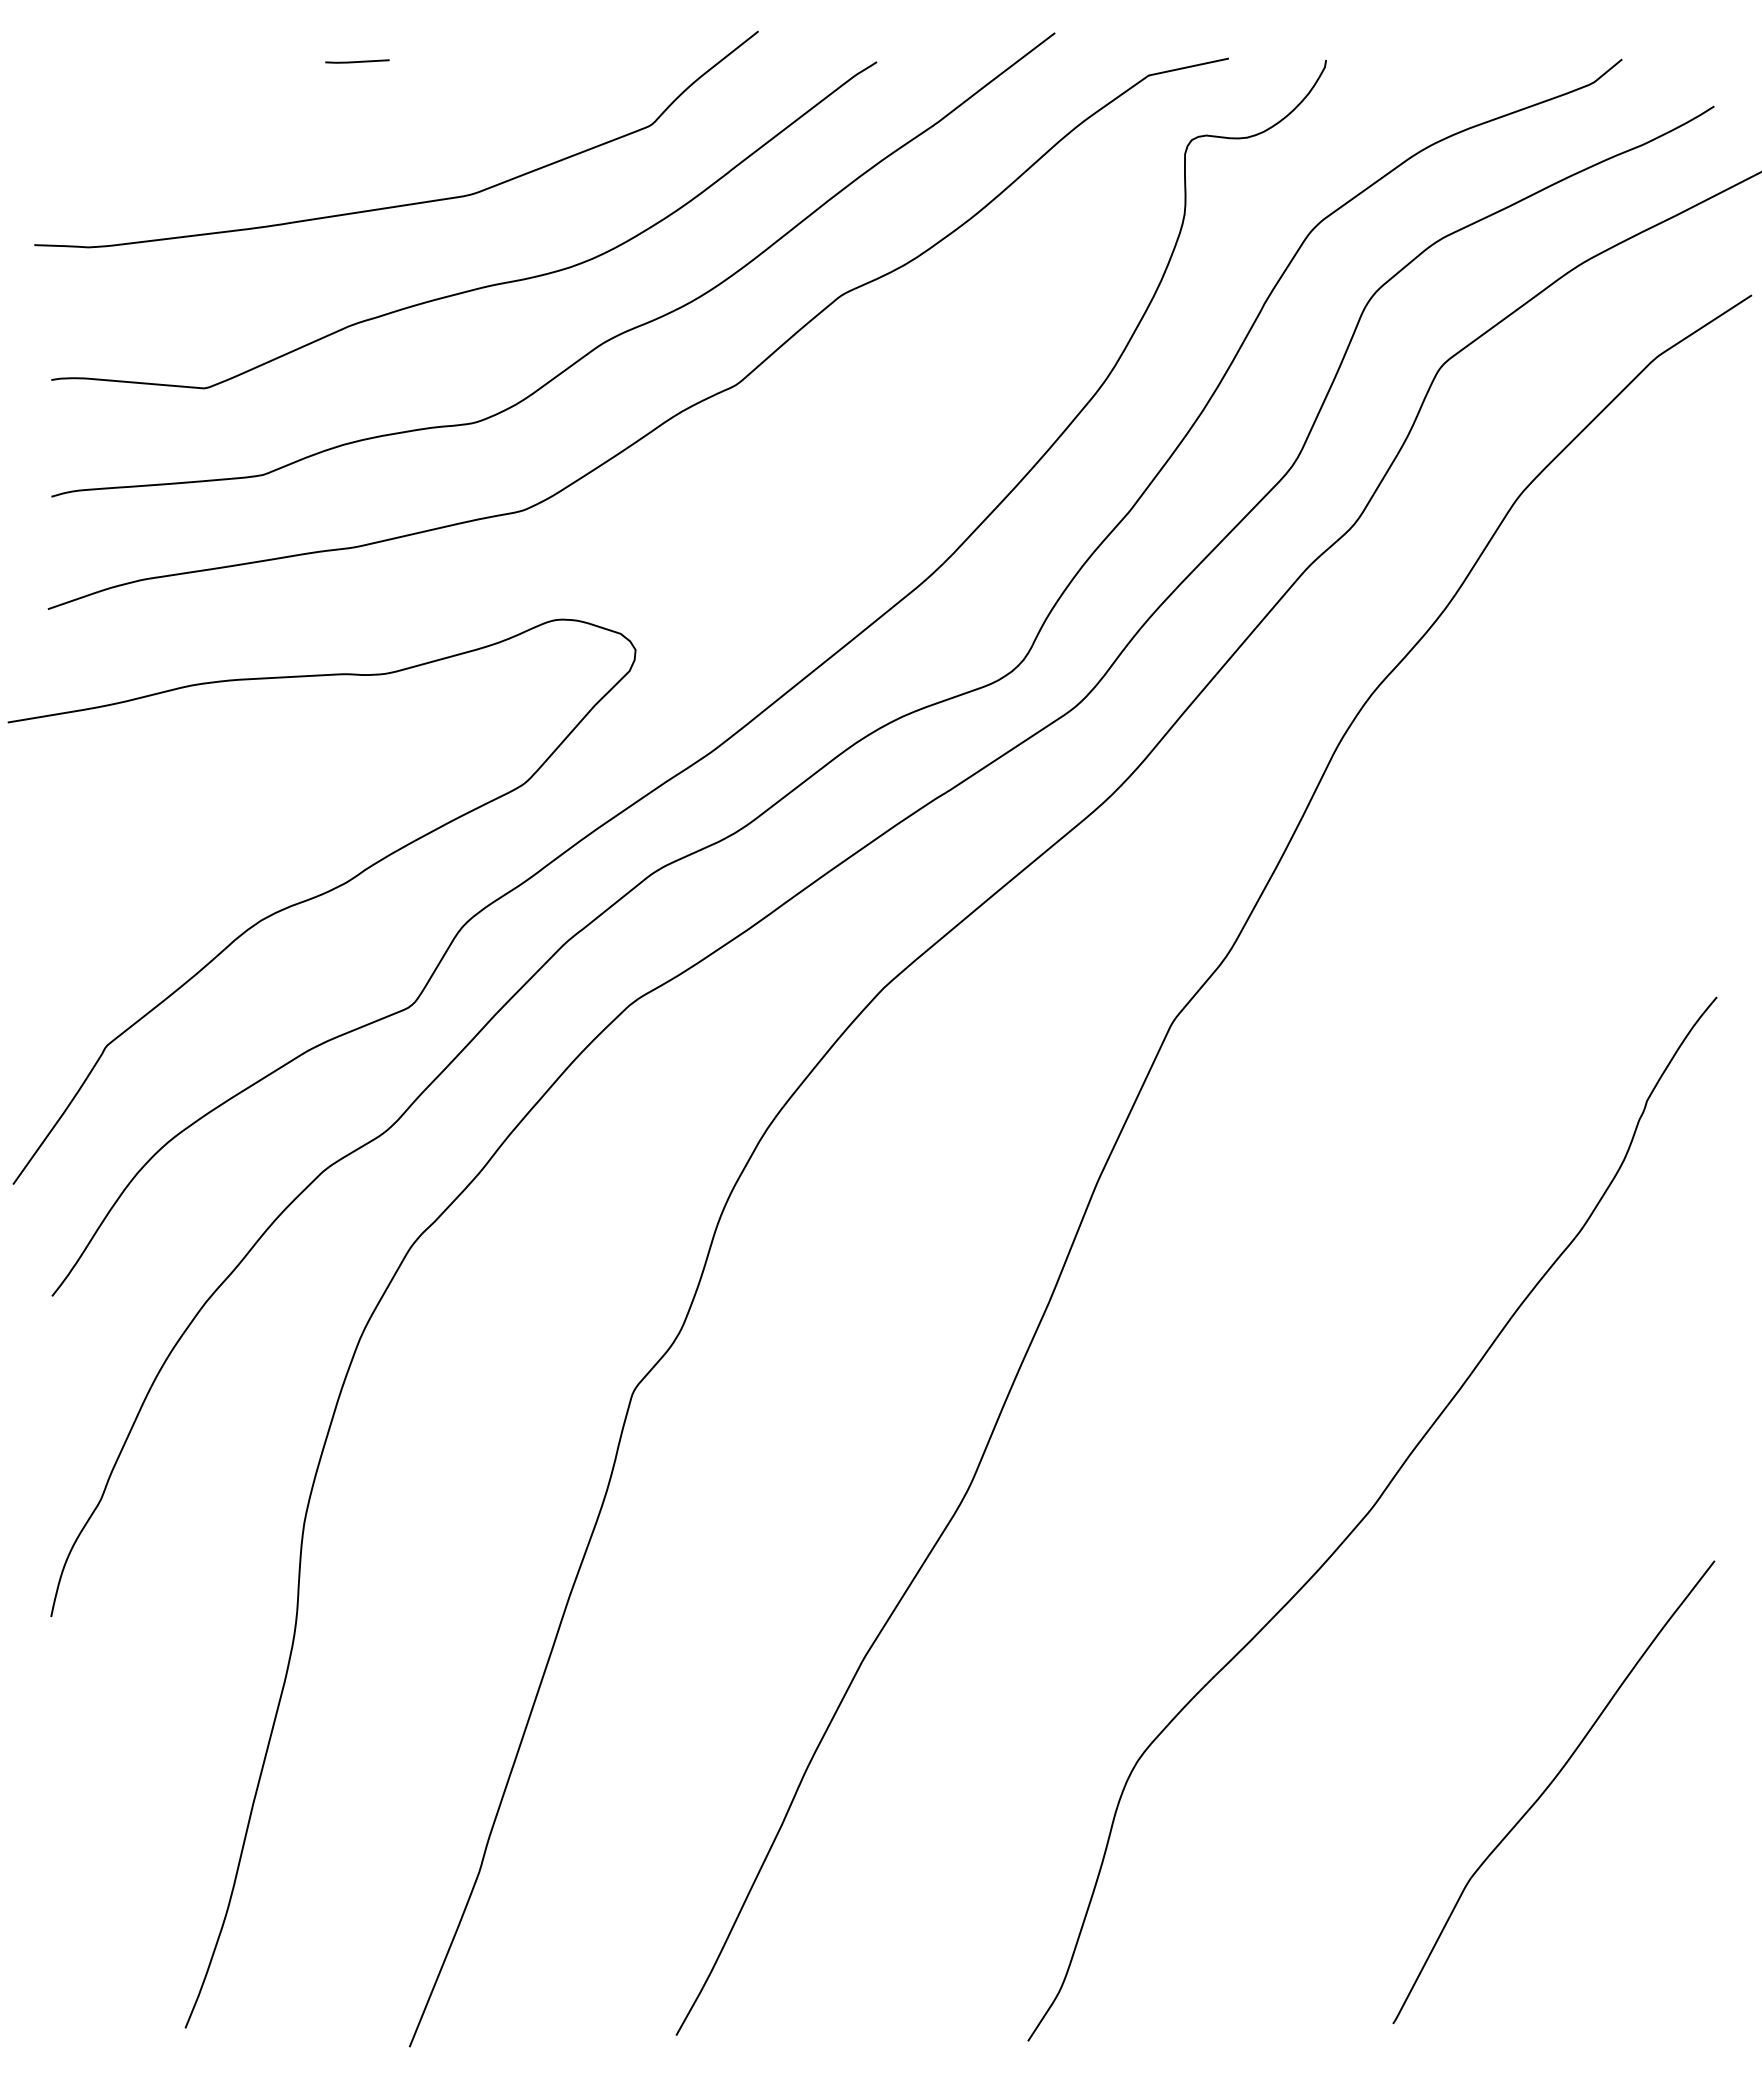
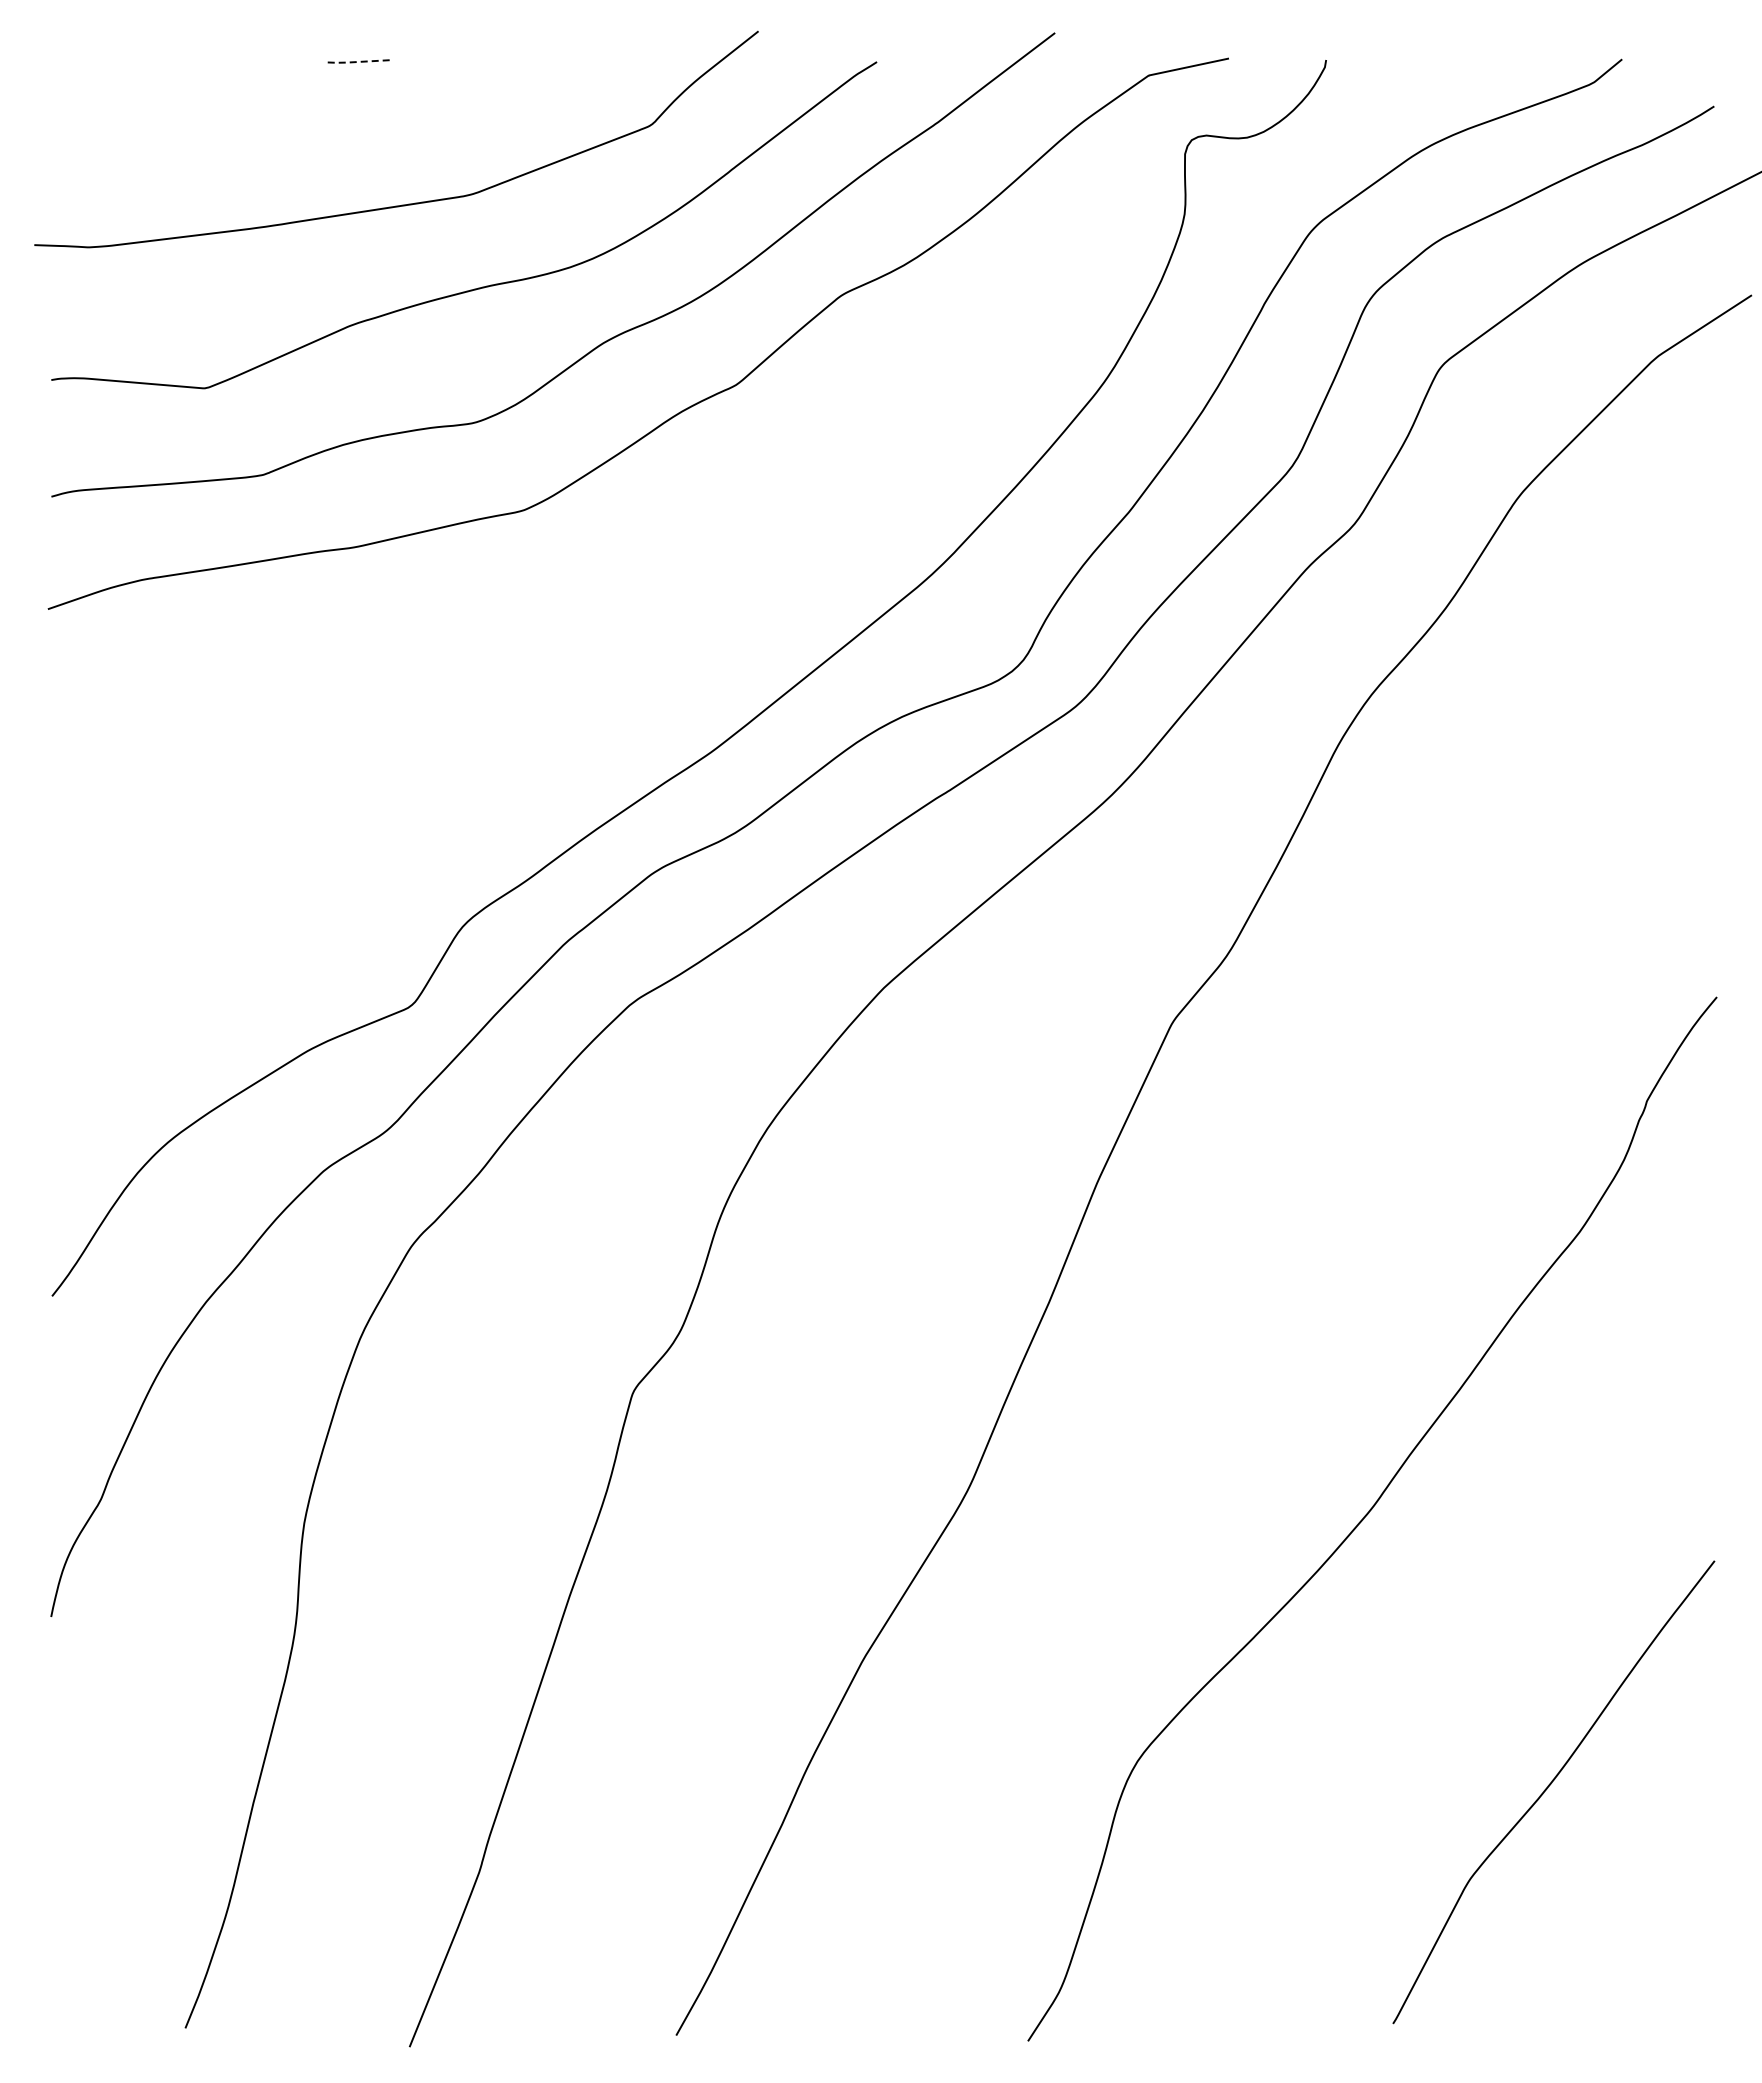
line at (355, 62): solid -> dashed
curve at (320, 896): present -> none
